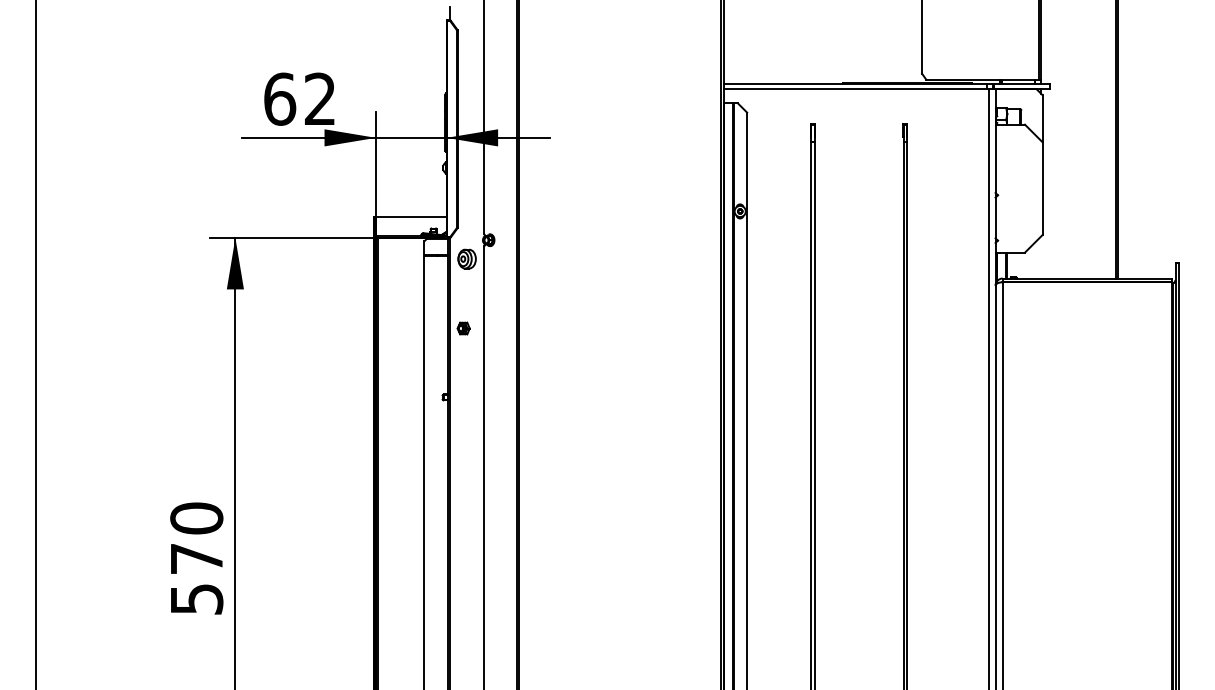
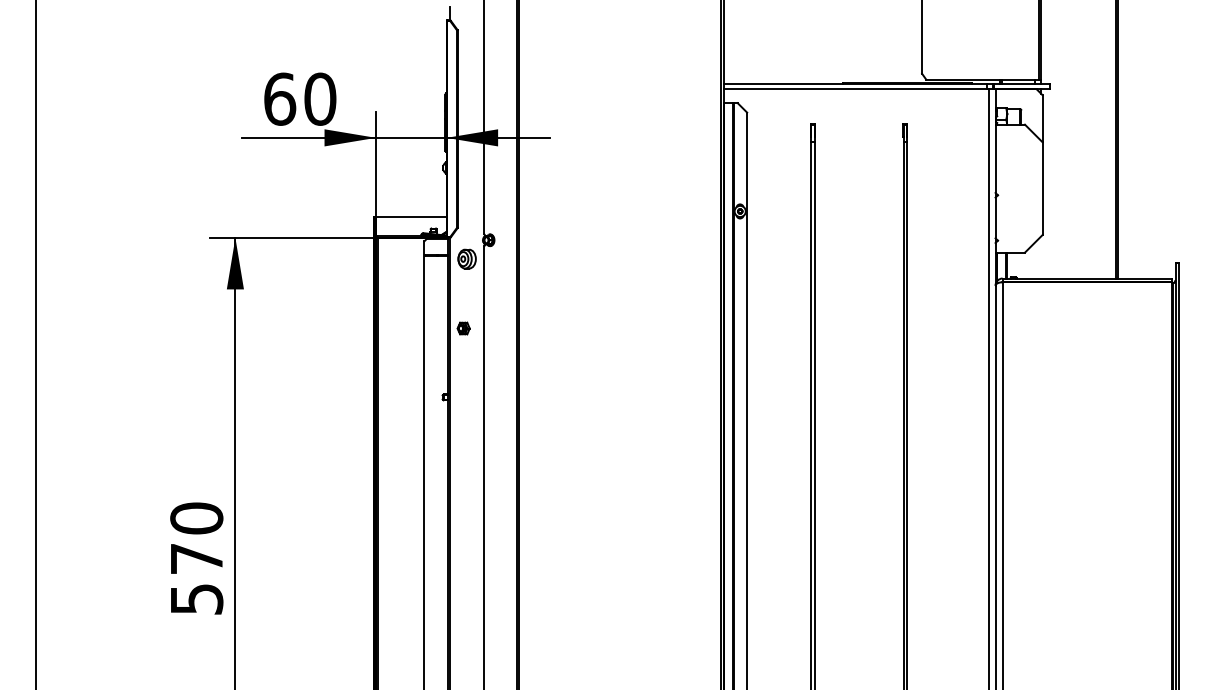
text at (320, 98): 62 -> 60
